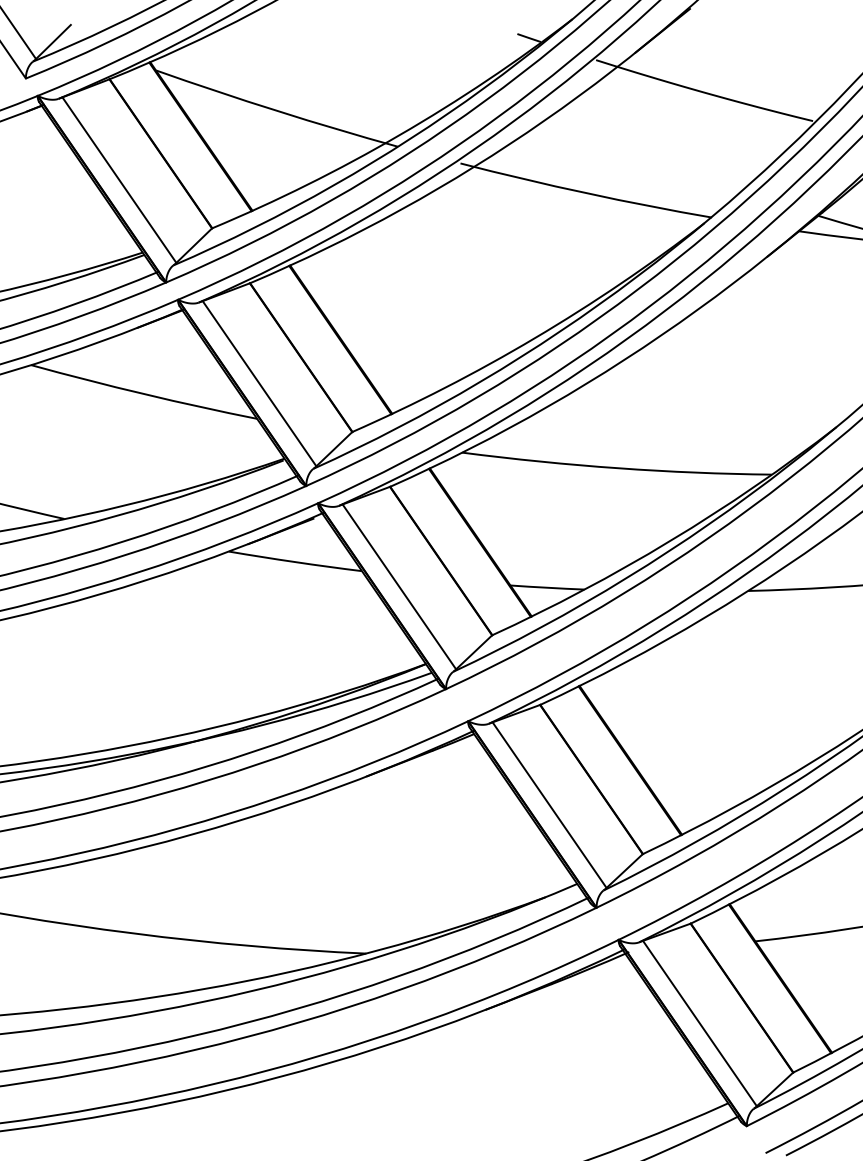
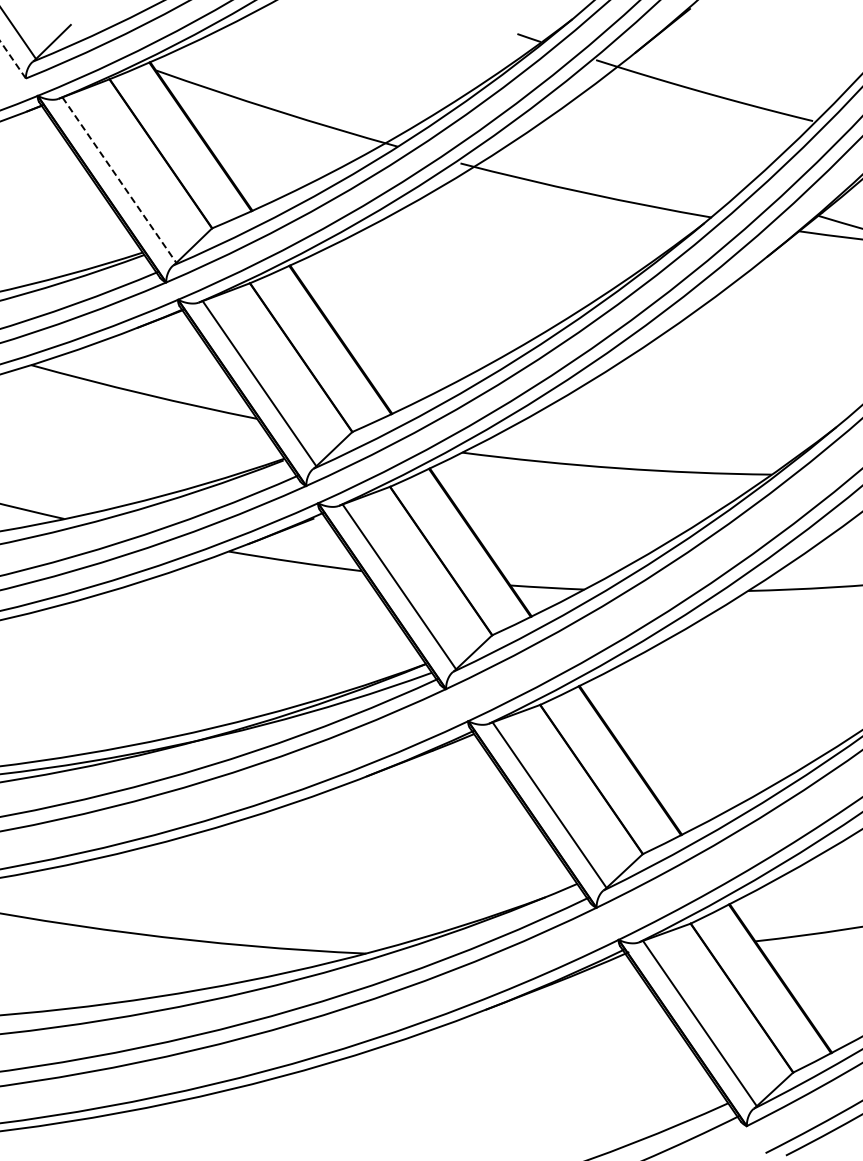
line at (12, 59): solid -> dashed
line at (119, 180): solid -> dashed
